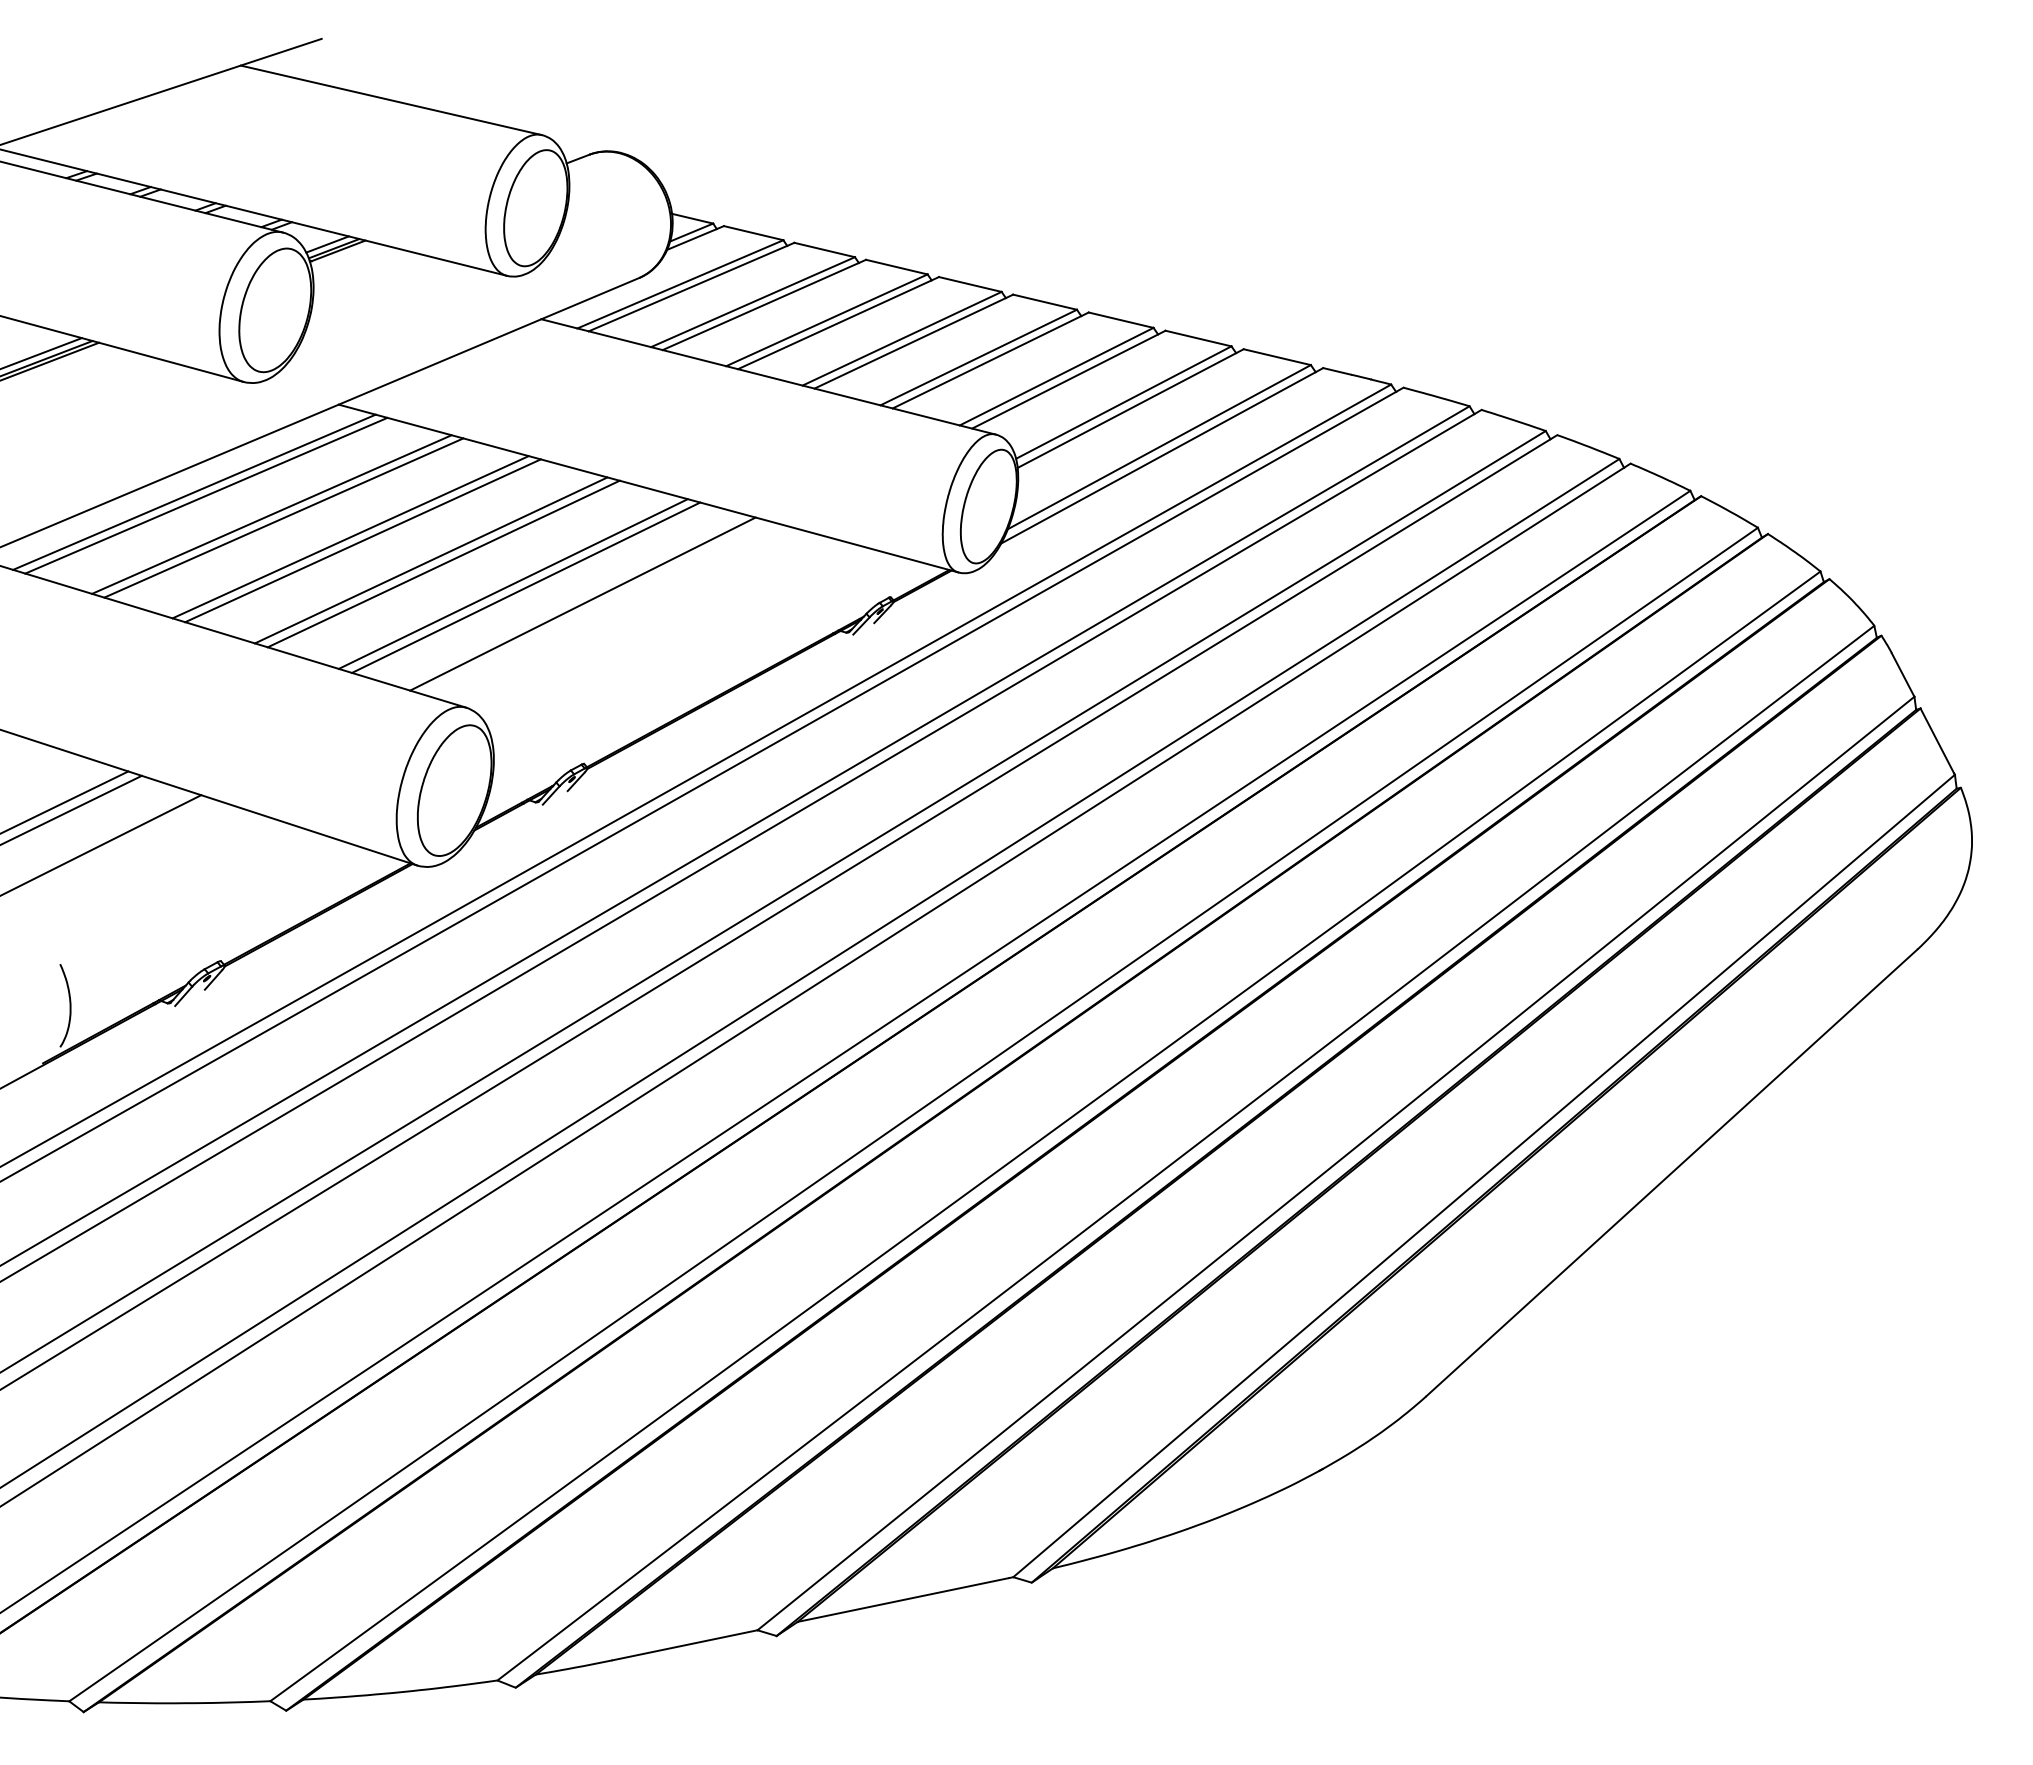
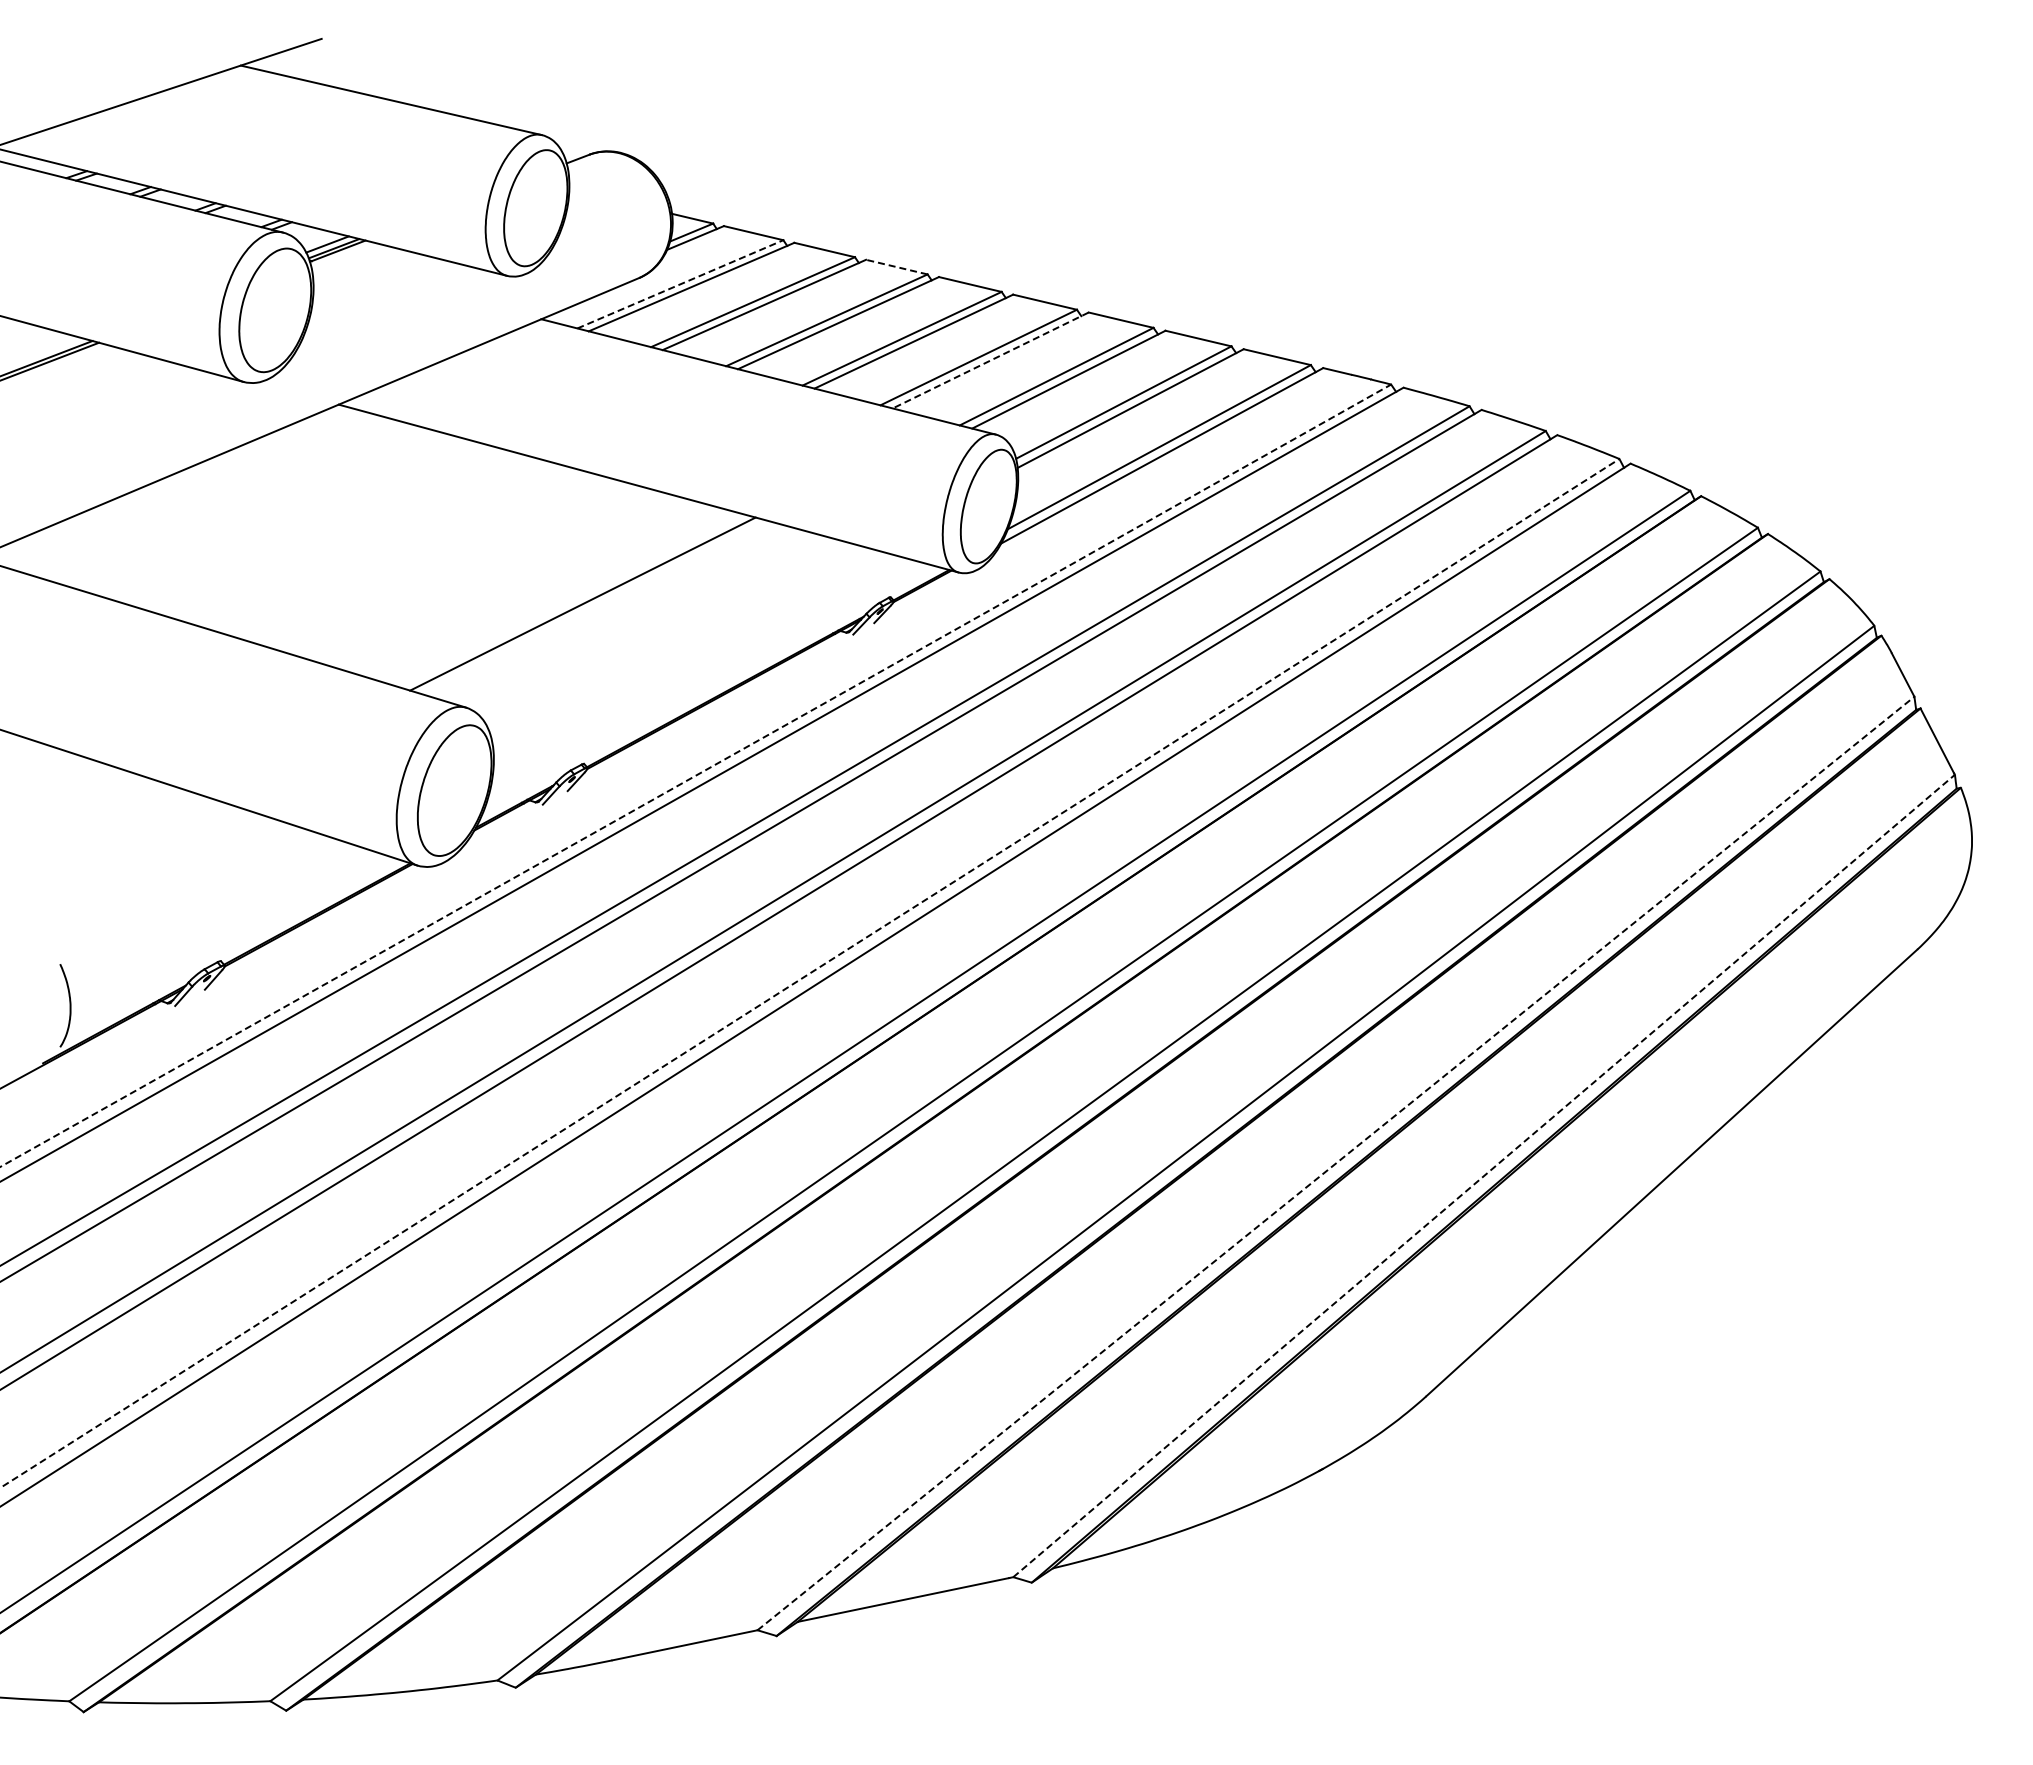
line at (896, 267): solid -> dashed
line at (680, 284): solid -> dashed
line at (41, 353): present -> none
line at (990, 360): solid -> dashed
line at (194, 491): present -> none
line at (206, 495): present -> none
line at (271, 514): present -> none
line at (283, 517): present -> none
line at (350, 537): present -> none
line at (362, 540): present -> none
line at (430, 560): present -> none
line at (443, 563): present -> none
line at (512, 583): present -> none
line at (526, 587): present -> none
line at (695, 775): solid -> dashed
line at (65, 801): present -> none
line at (71, 809): present -> none
line at (101, 845): present -> none
line at (810, 973): solid -> dashed
line at (1336, 1163): solid -> dashed
line at (1484, 1176): solid -> dashed
